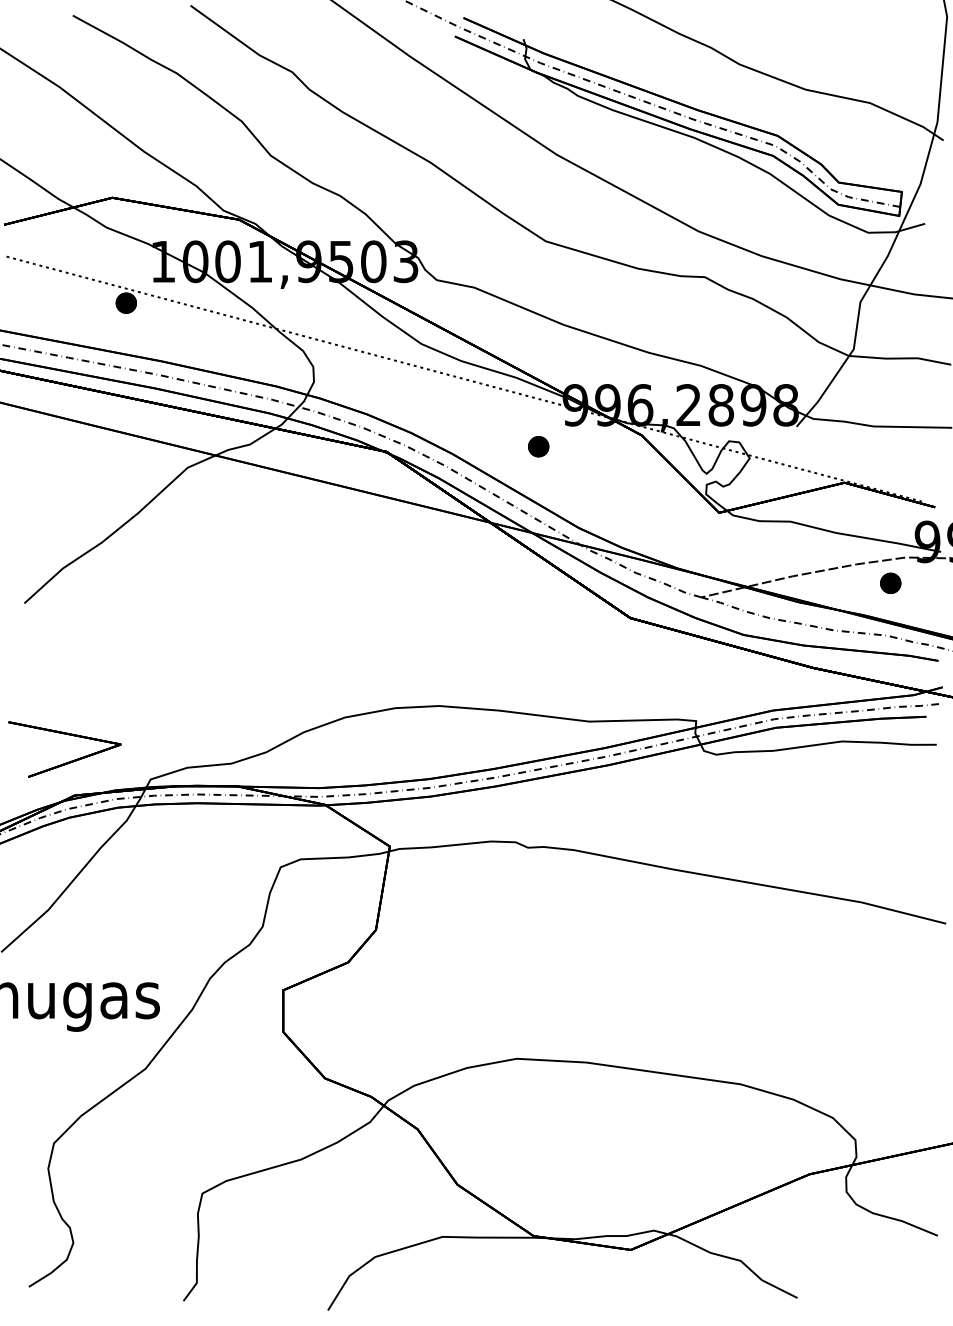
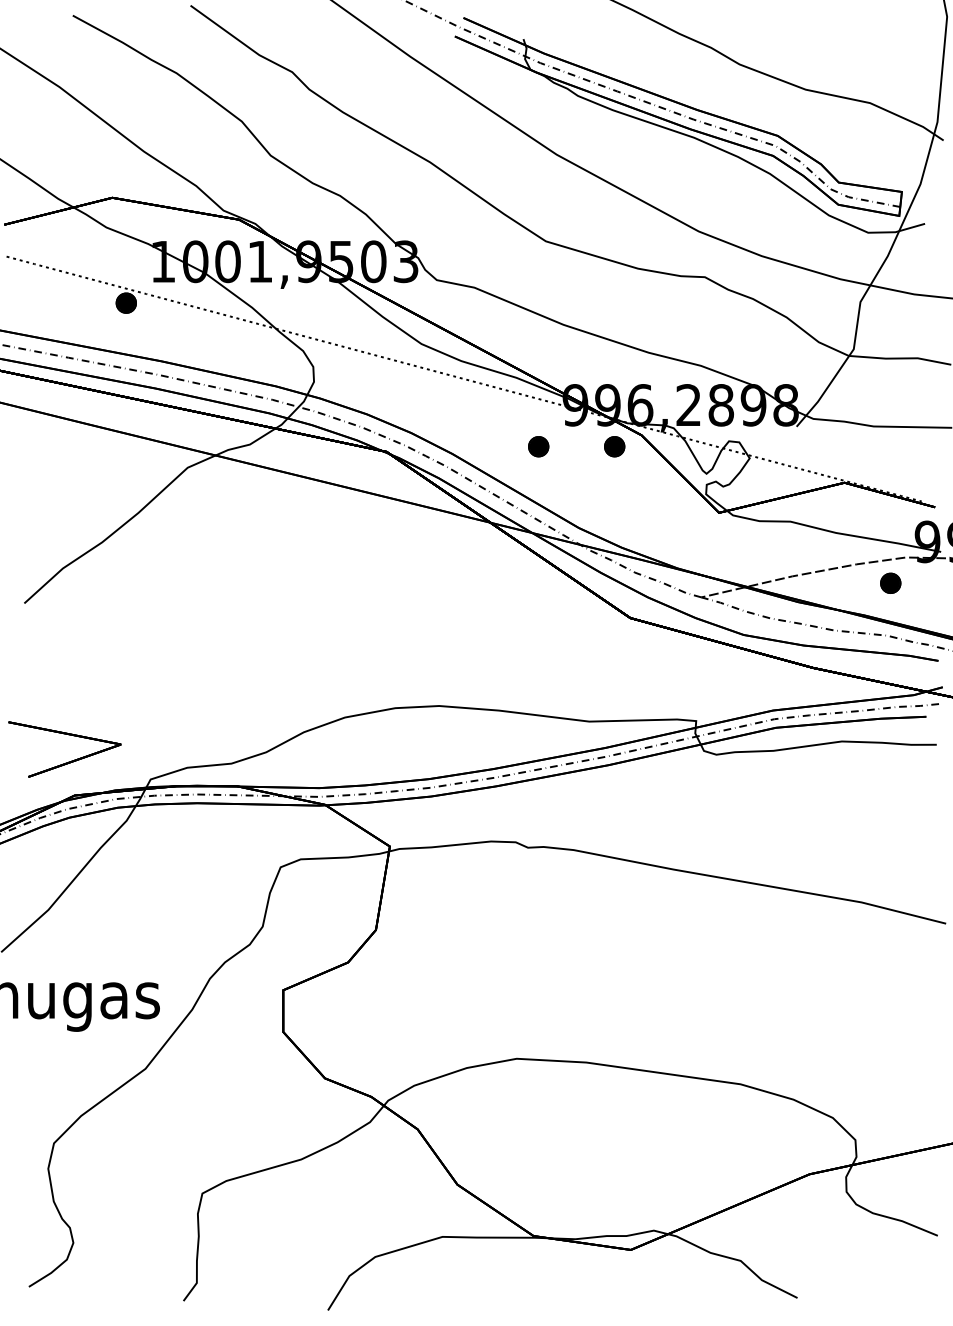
part at (614, 446): none -> present
